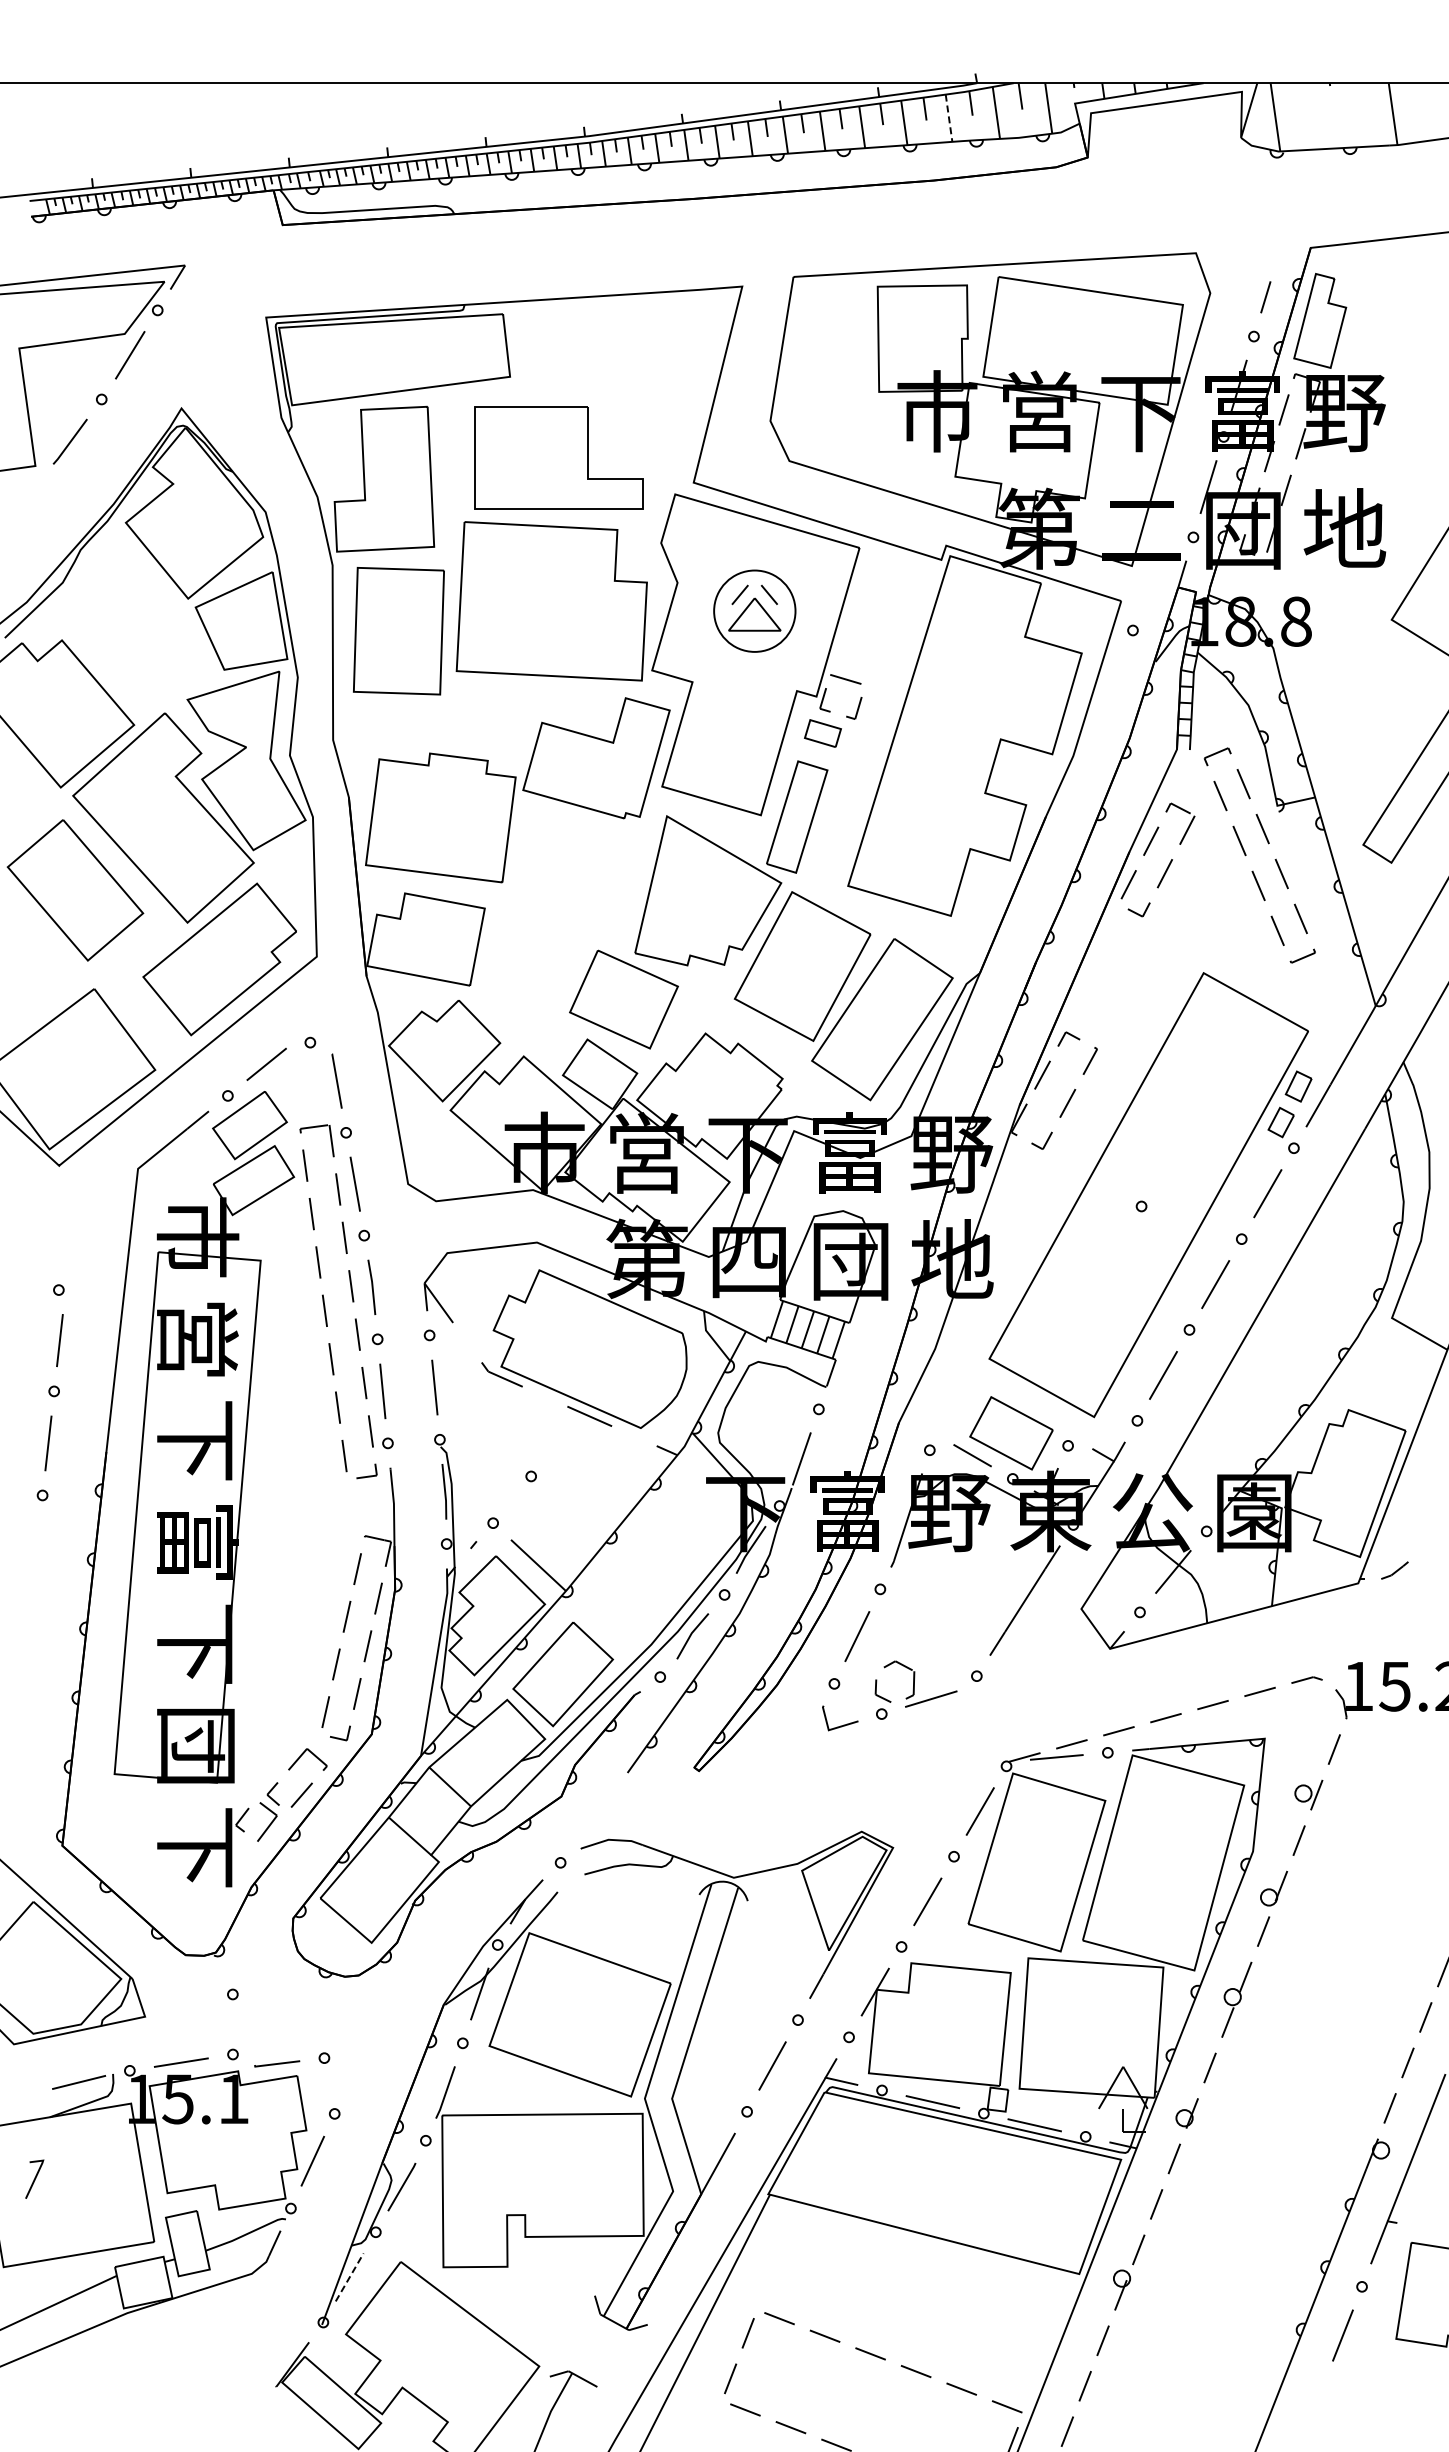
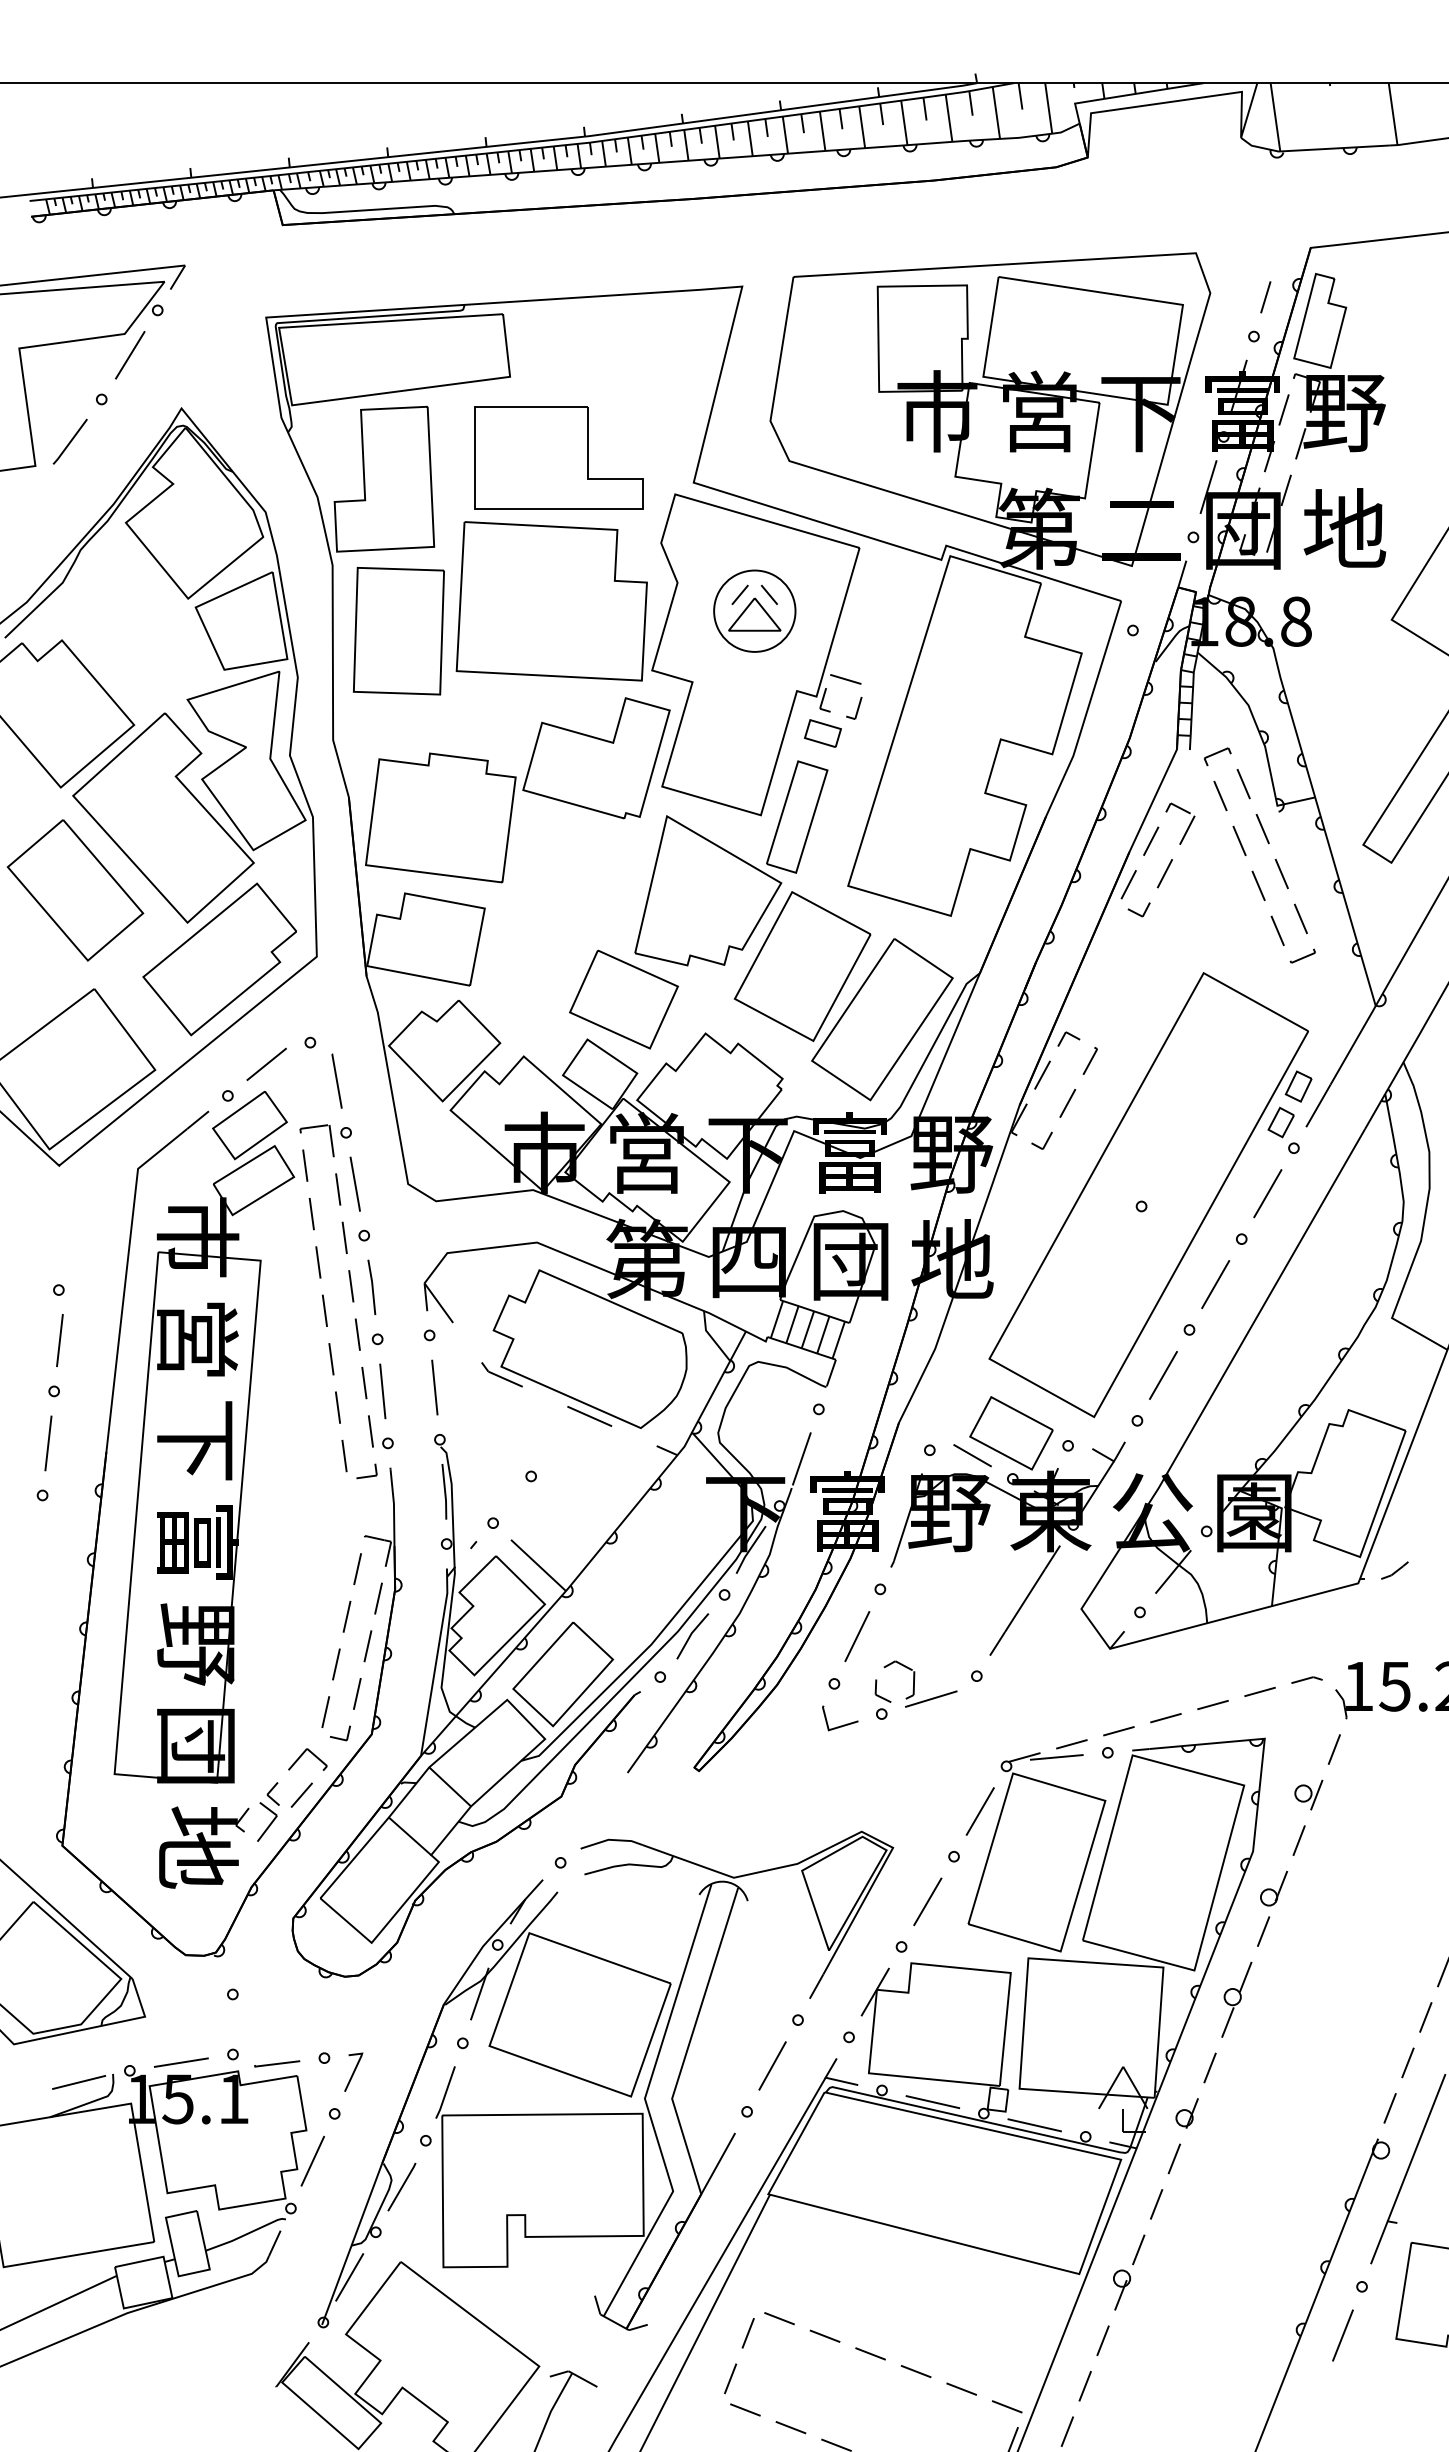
line at (949, 118): dashed -> solid
text at (195, 1644): 下 -> 野
text at (197, 1847): 下 -> 地
line at (34, 2178) position: (34, 2178) -> (353, 2071)
line at (349, 2277): dashed -> solid
